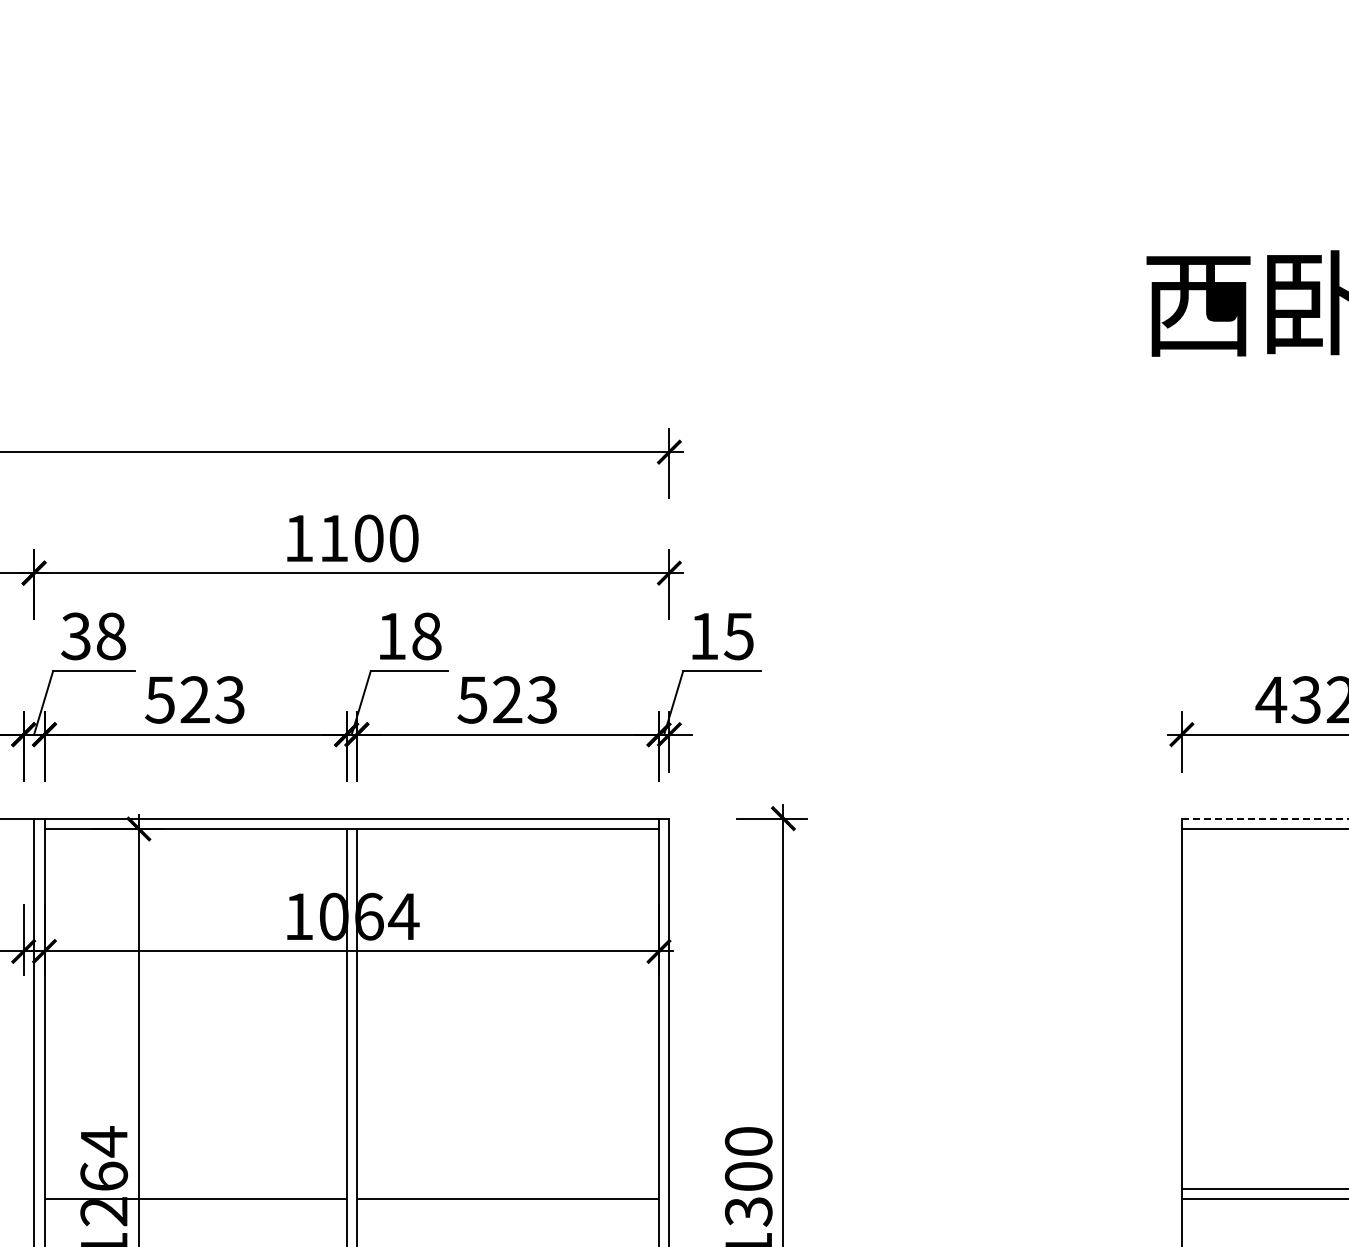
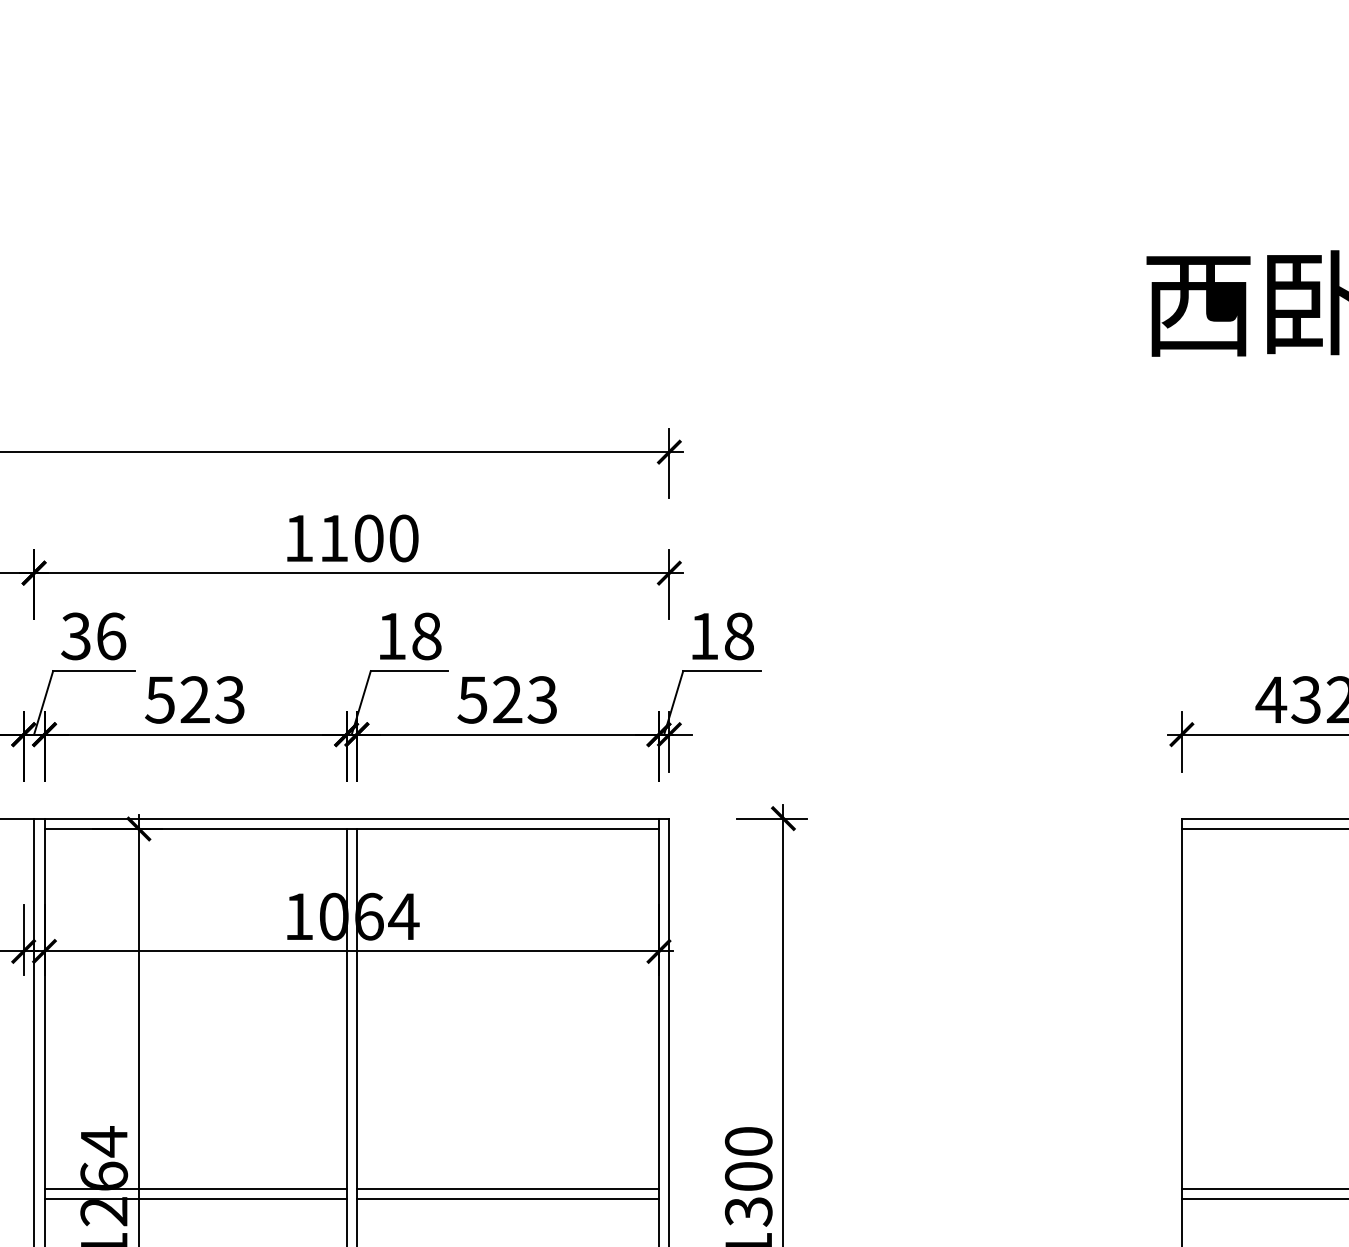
text at (111, 636): 38 -> 36
text at (738, 636): 15 -> 18
line at (1264, 818): dashed -> solid
line at (195, 1188): none -> present
line at (507, 1188): none -> present
